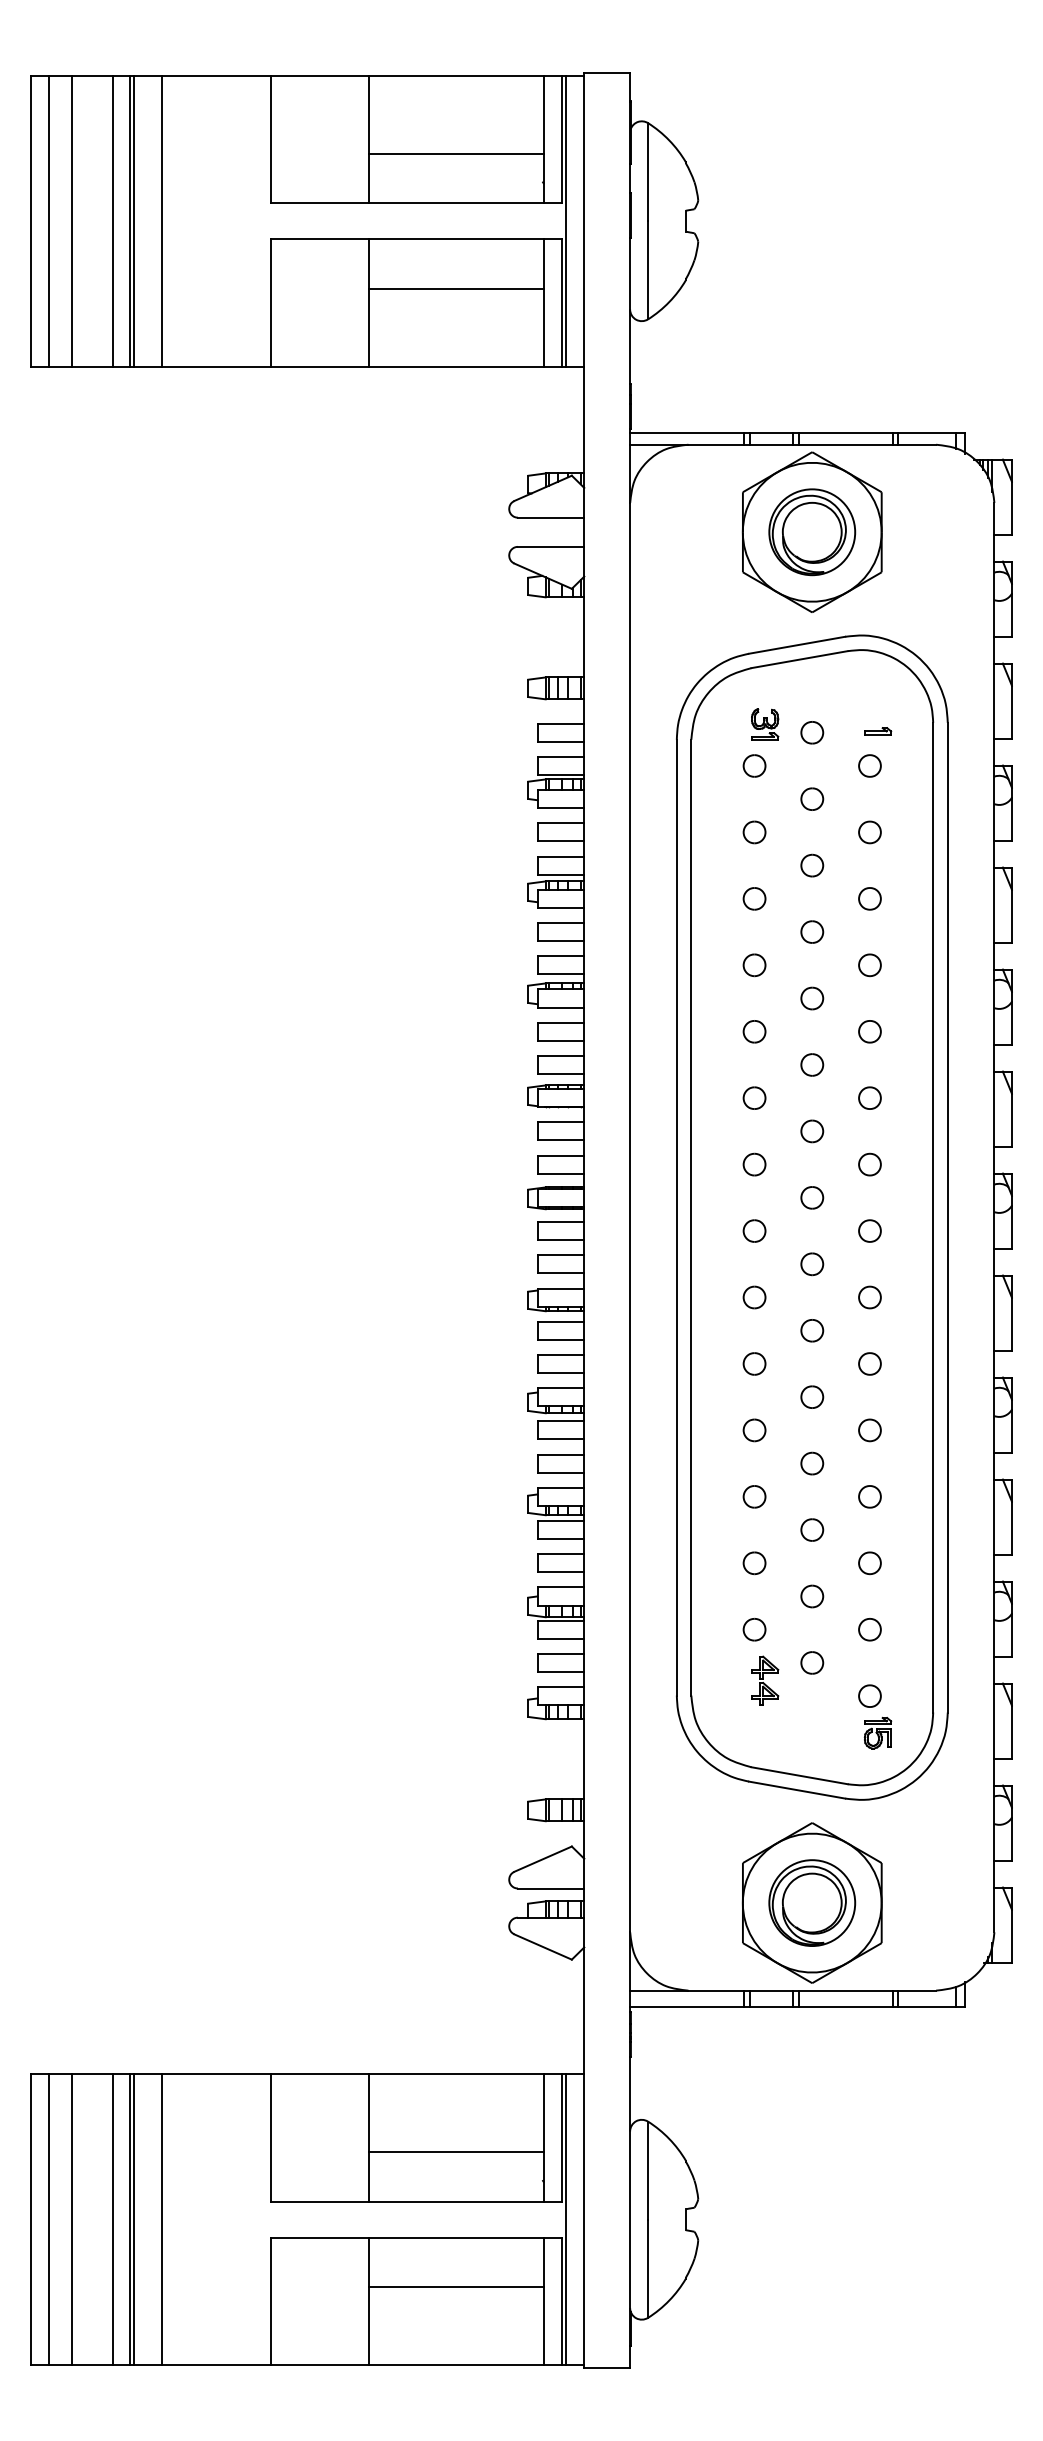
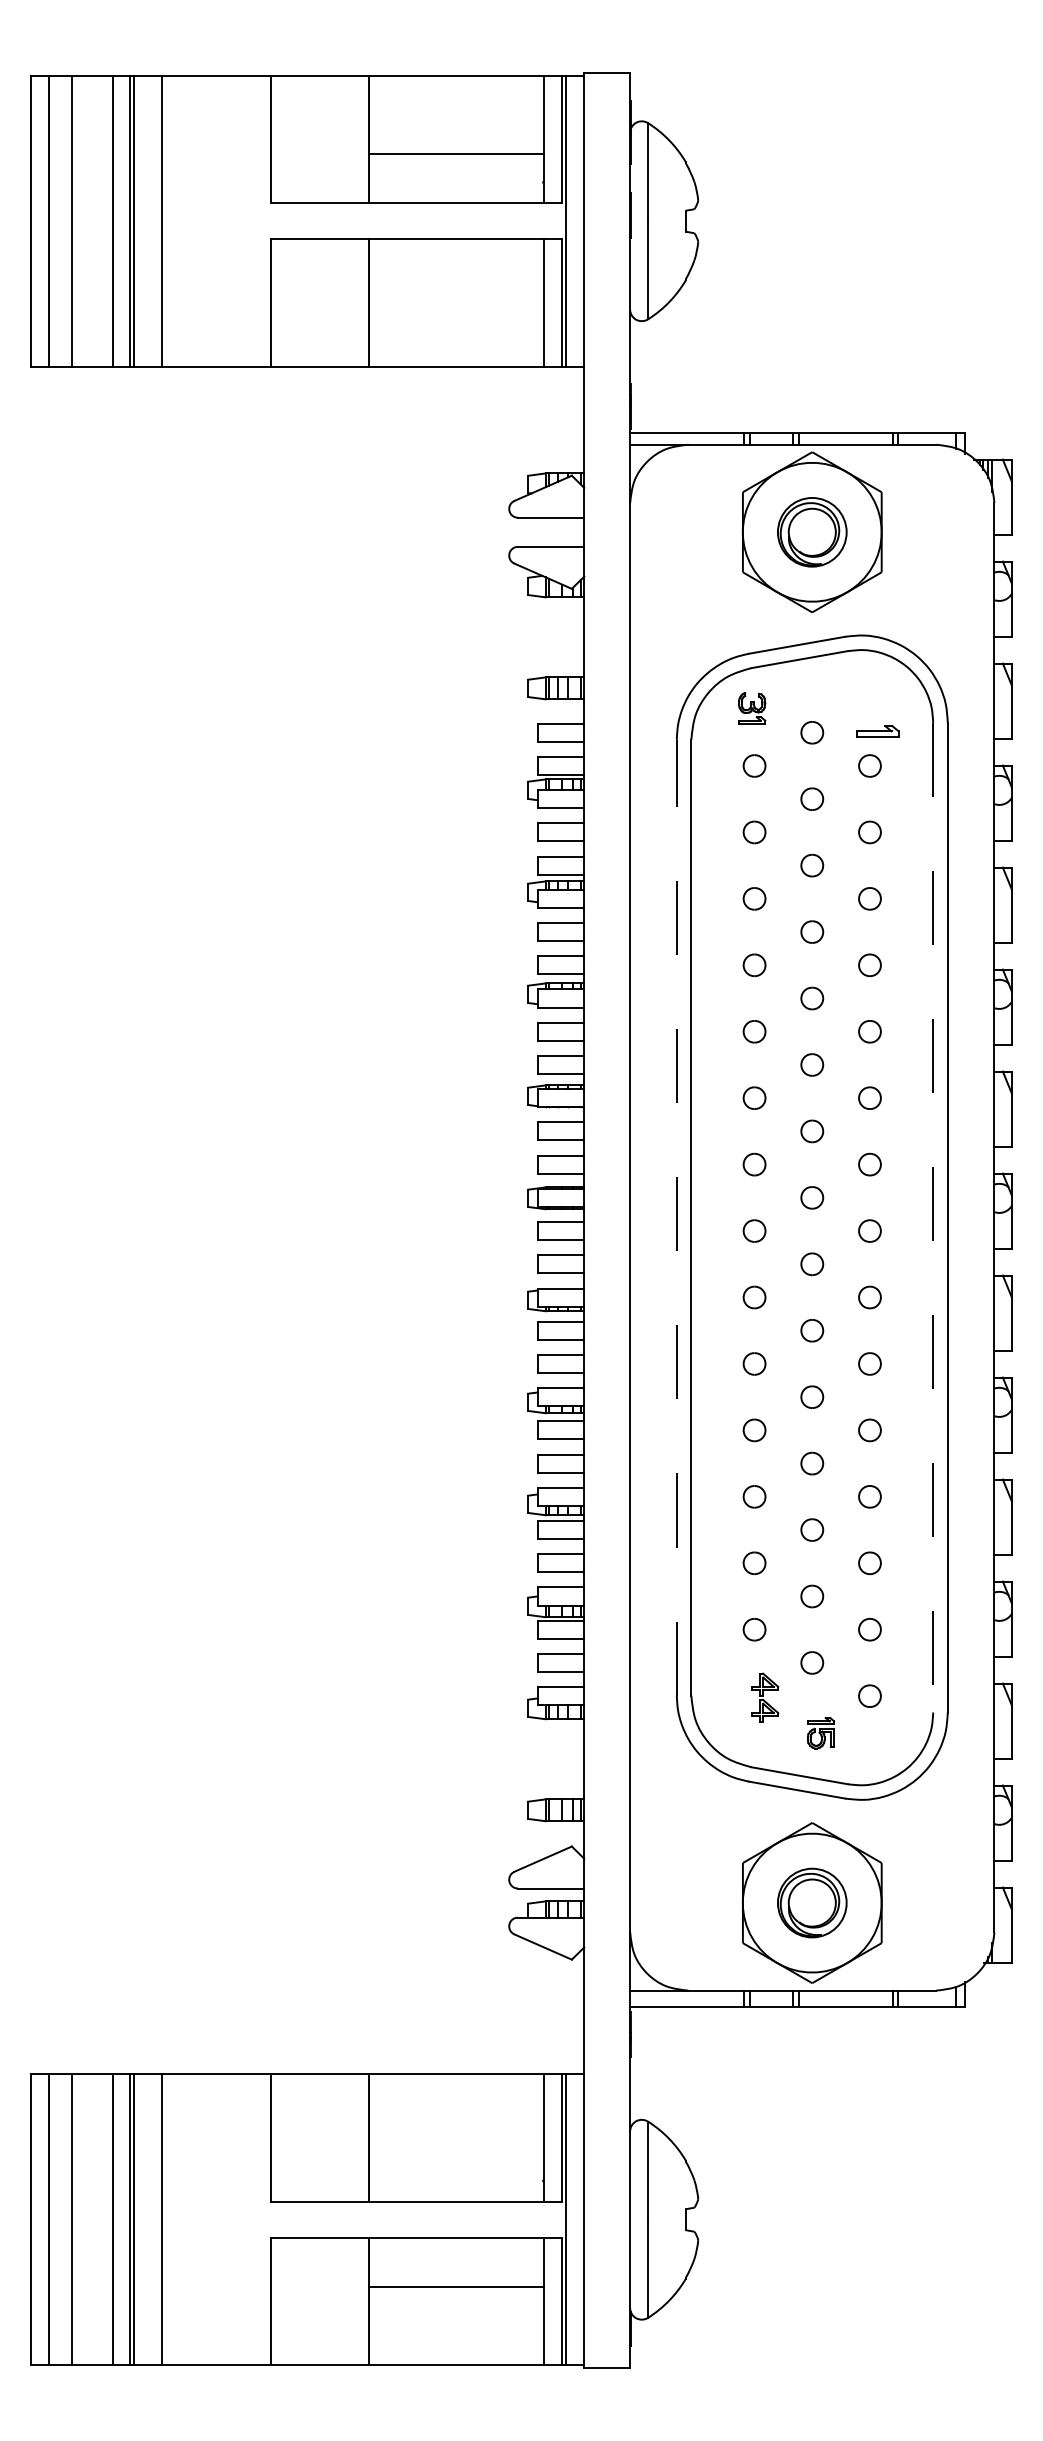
line at (455, 288): present -> none
part at (812, 532) size: 89x89 px -> 71x71 px
part at (765, 724) position: (765, 724) -> (752, 708)
part at (878, 731) size: 29x9 px -> 44x13 px
line at (676, 1217): solid -> dashed
line at (933, 1217): solid -> dashed
part at (765, 1680) position: (765, 1680) -> (765, 1697)
part at (877, 1732) position: (877, 1732) -> (820, 1732)
part at (812, 1902) size: 89x88 px -> 71x72 px
line at (455, 2152): present -> none
